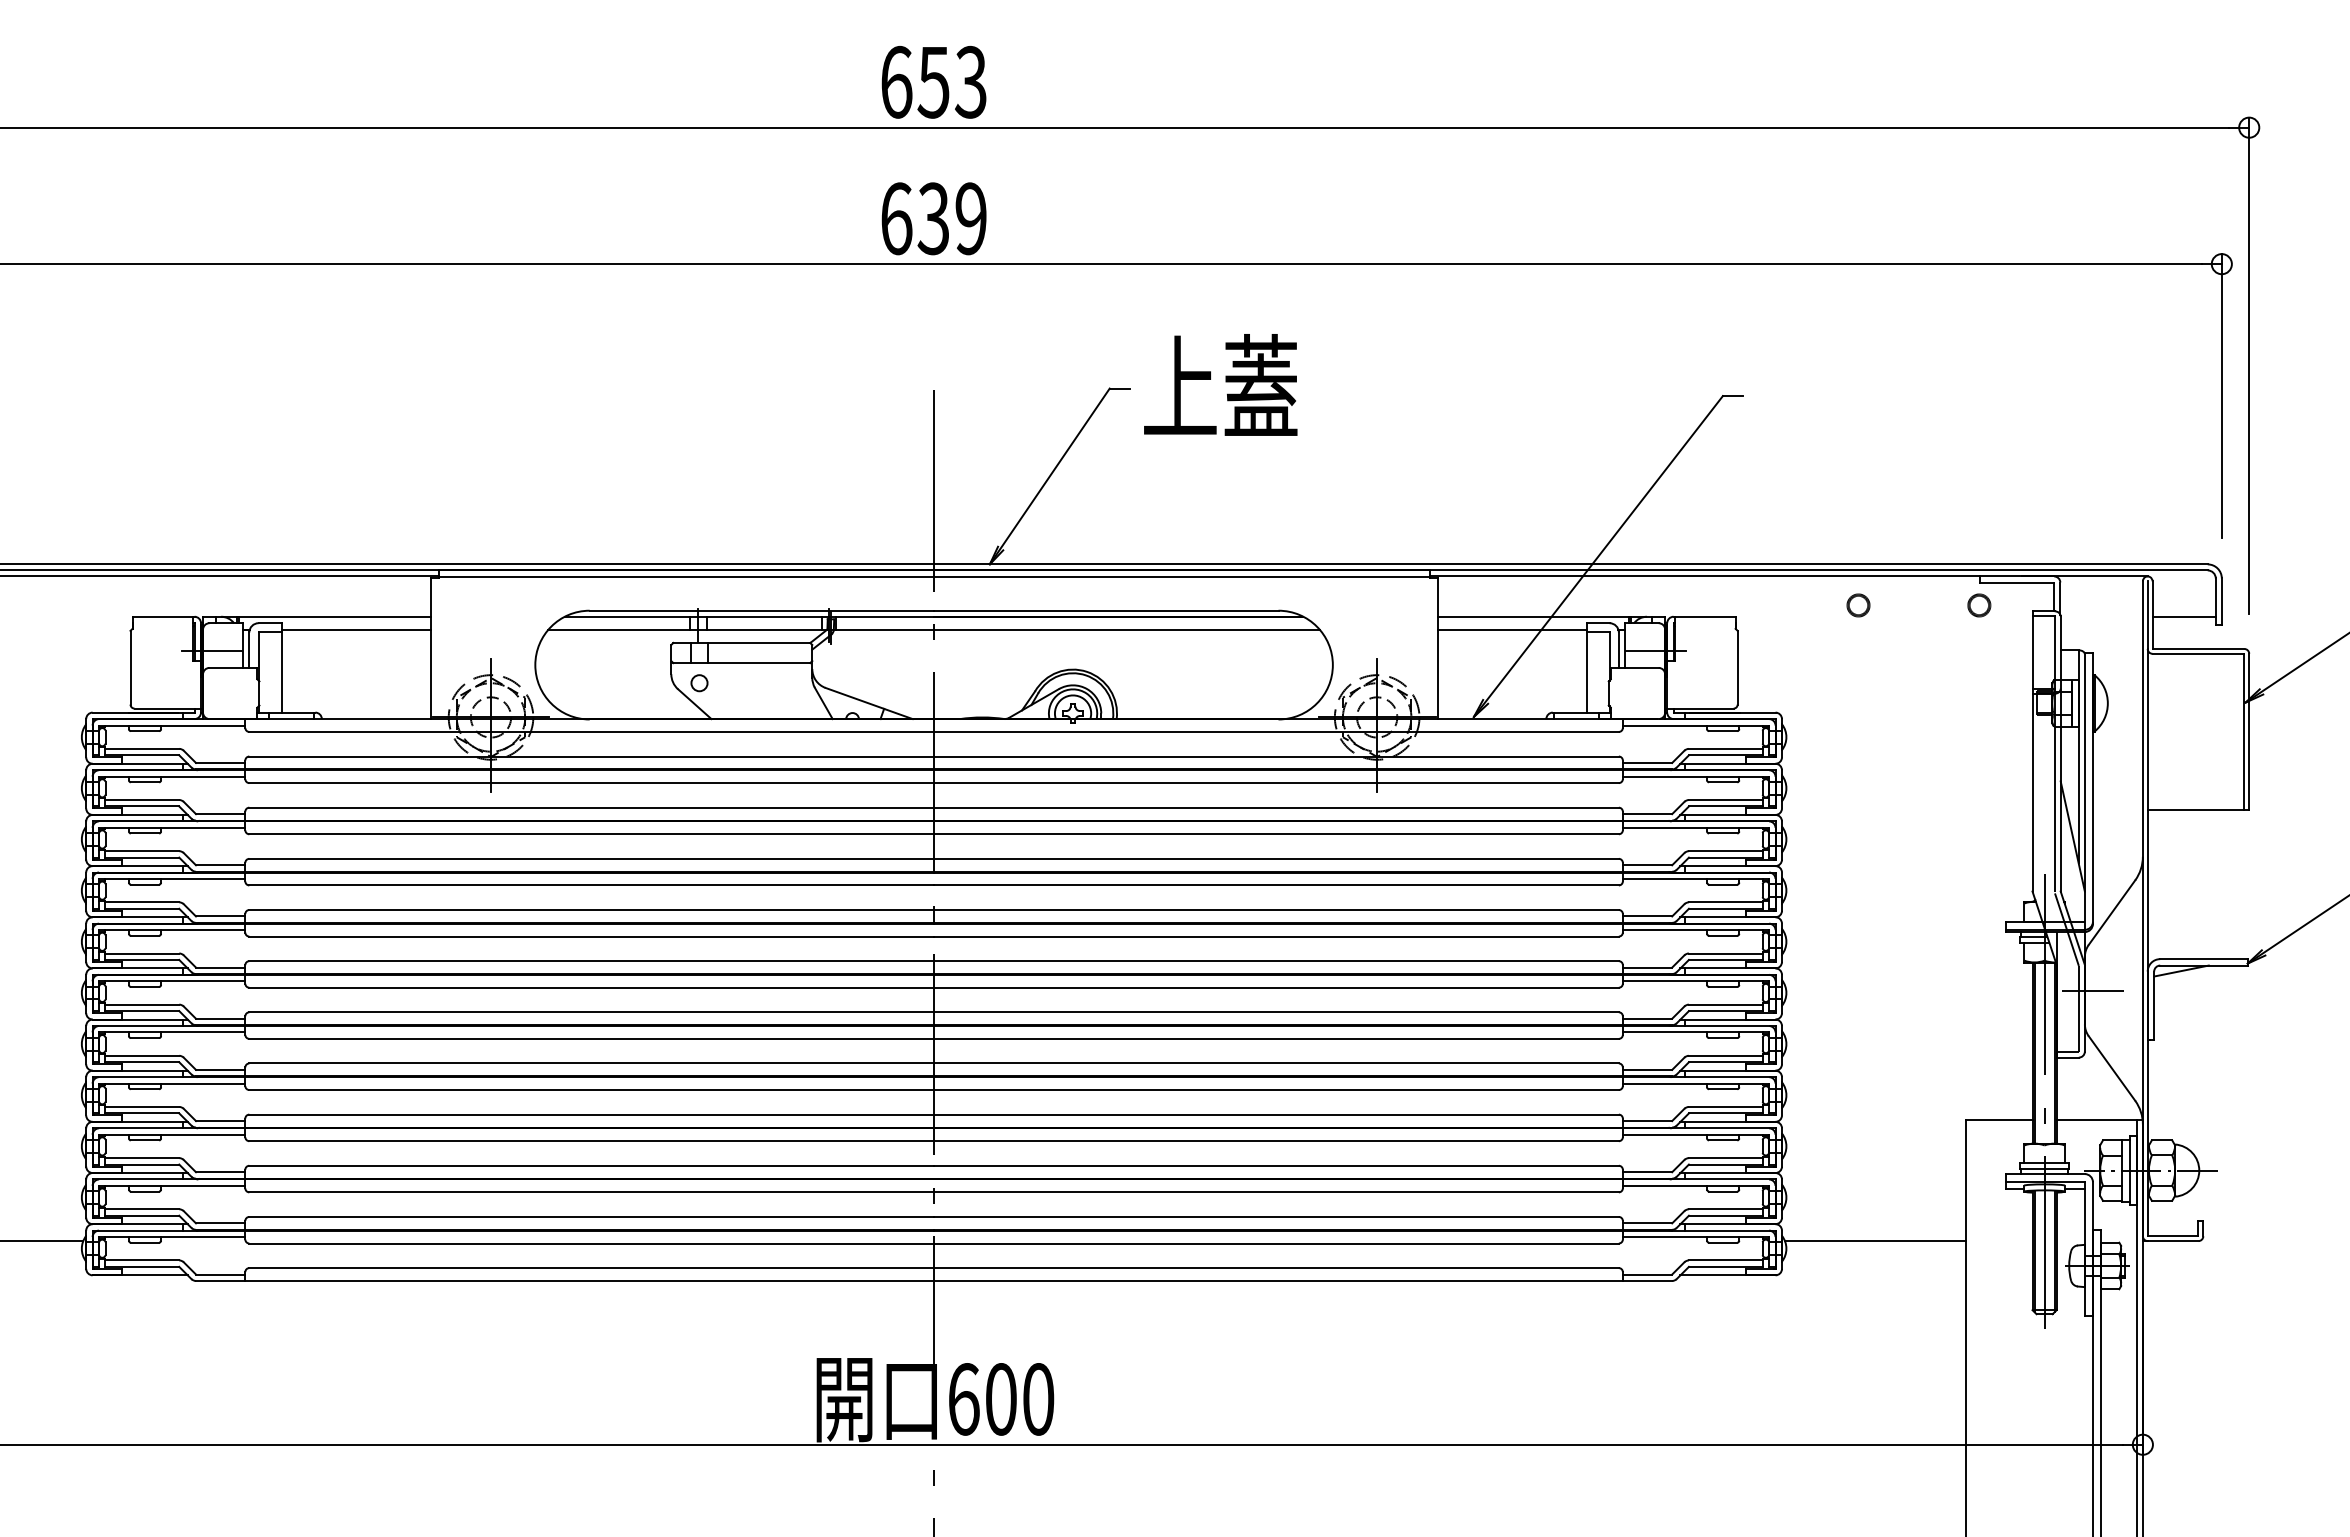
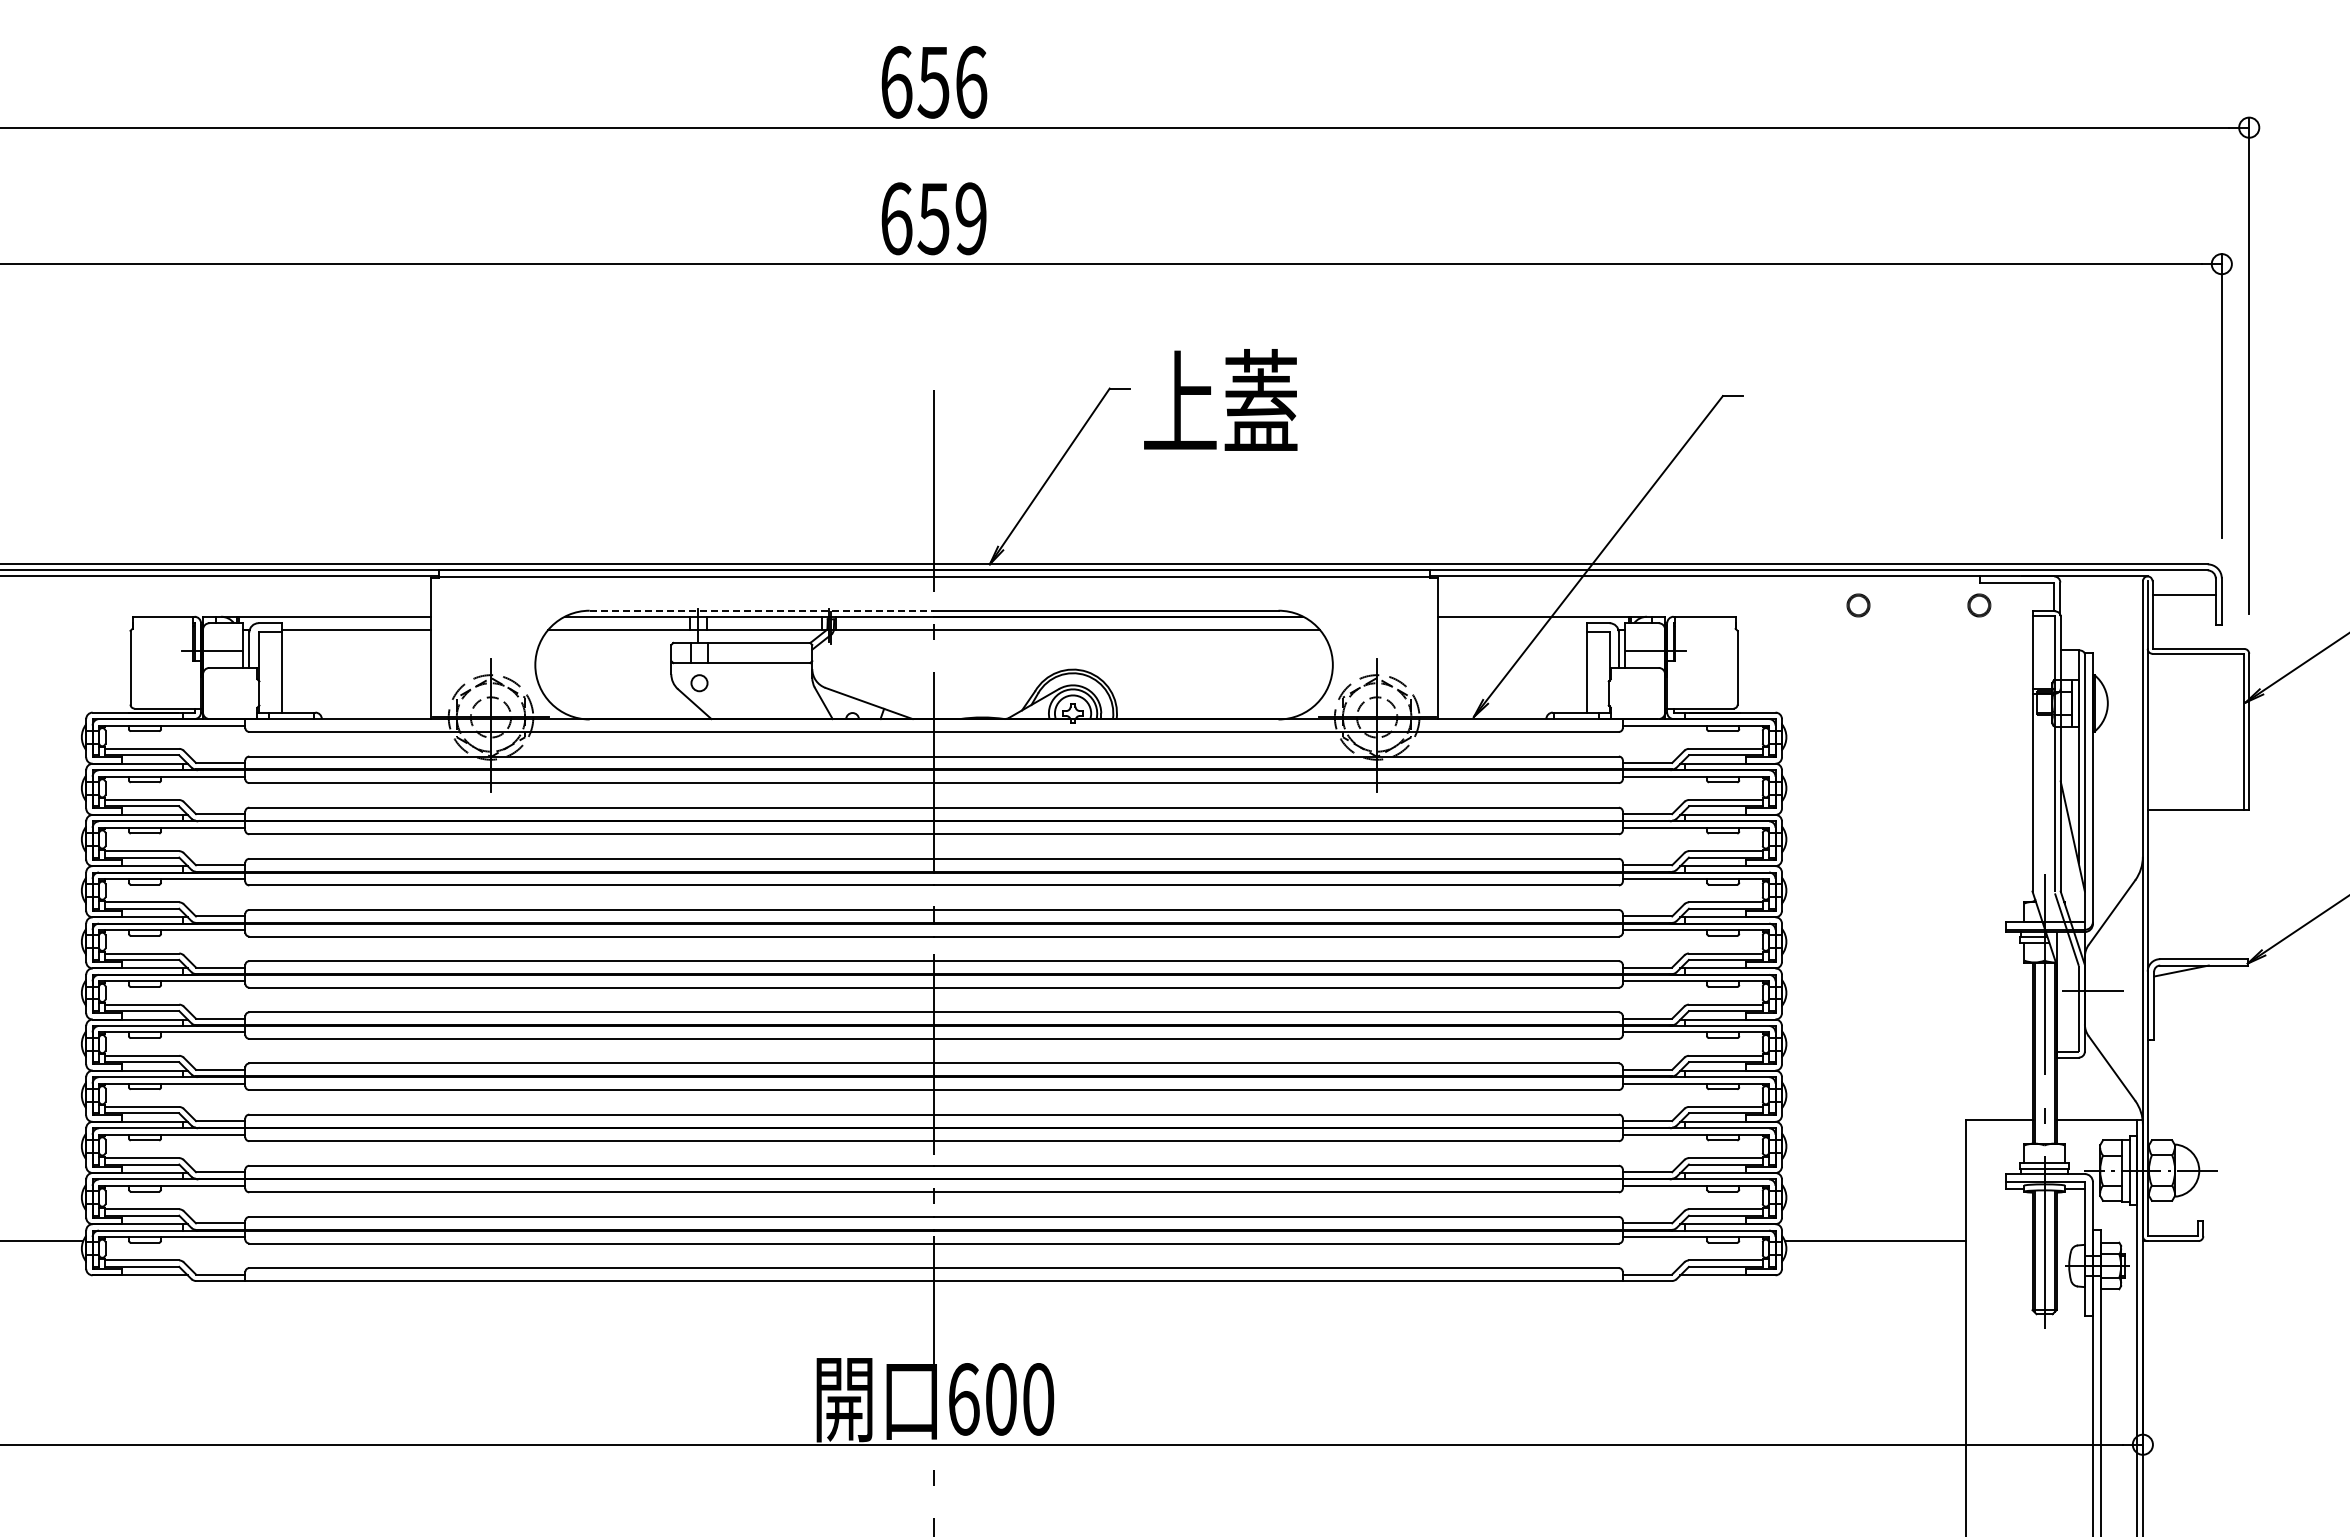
text at (971, 81): 653 -> 656
text at (933, 218): 639 -> 659
text at (1220, 384) position: (1220, 384) -> (1220, 399)
line at (762, 610): solid -> dashed
line at (2183, 616) position: (2183, 616) -> (2183, 594)
line at (1511, 629): present -> none
